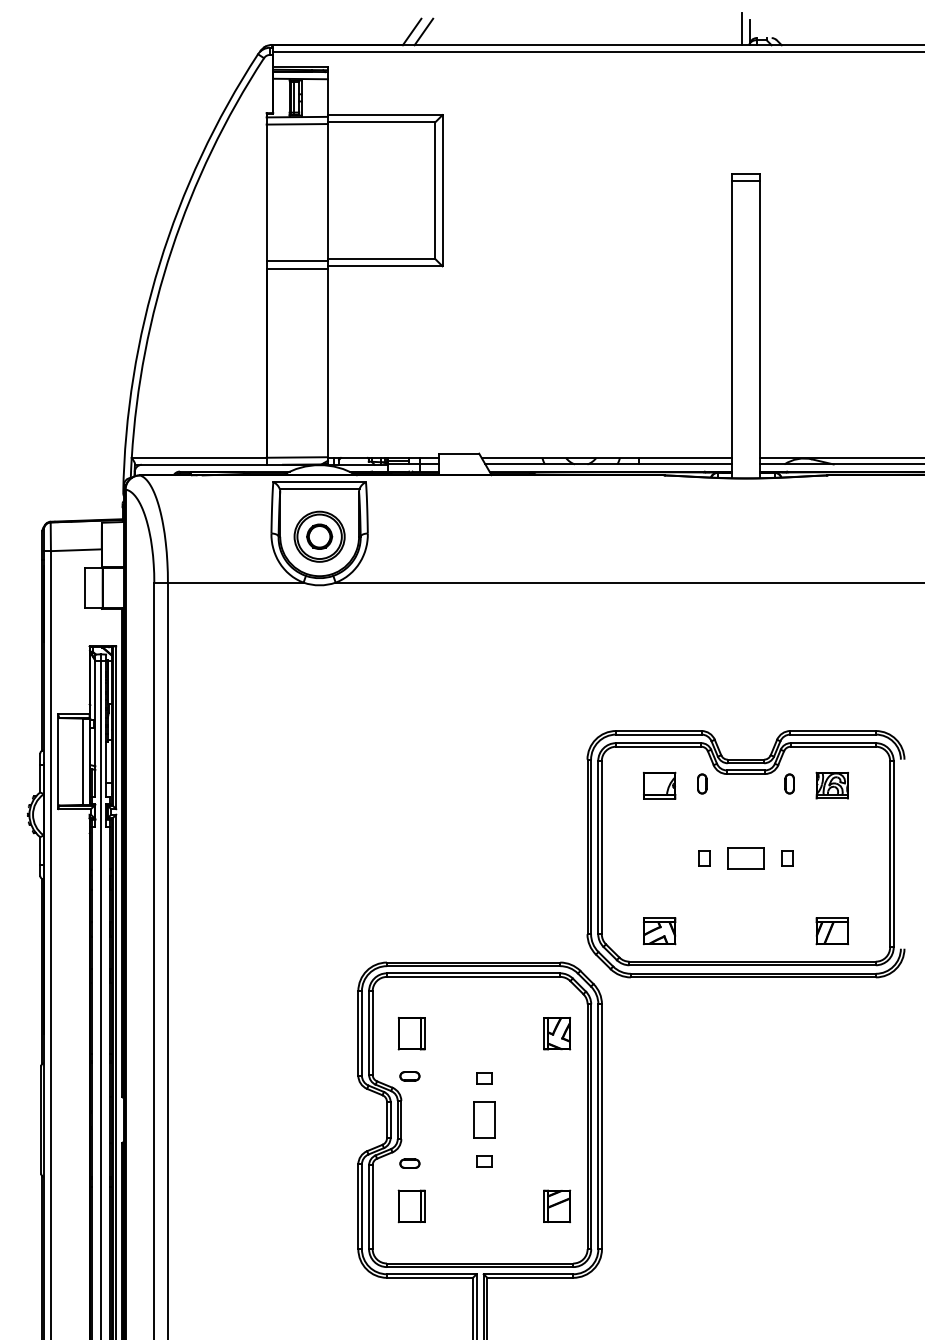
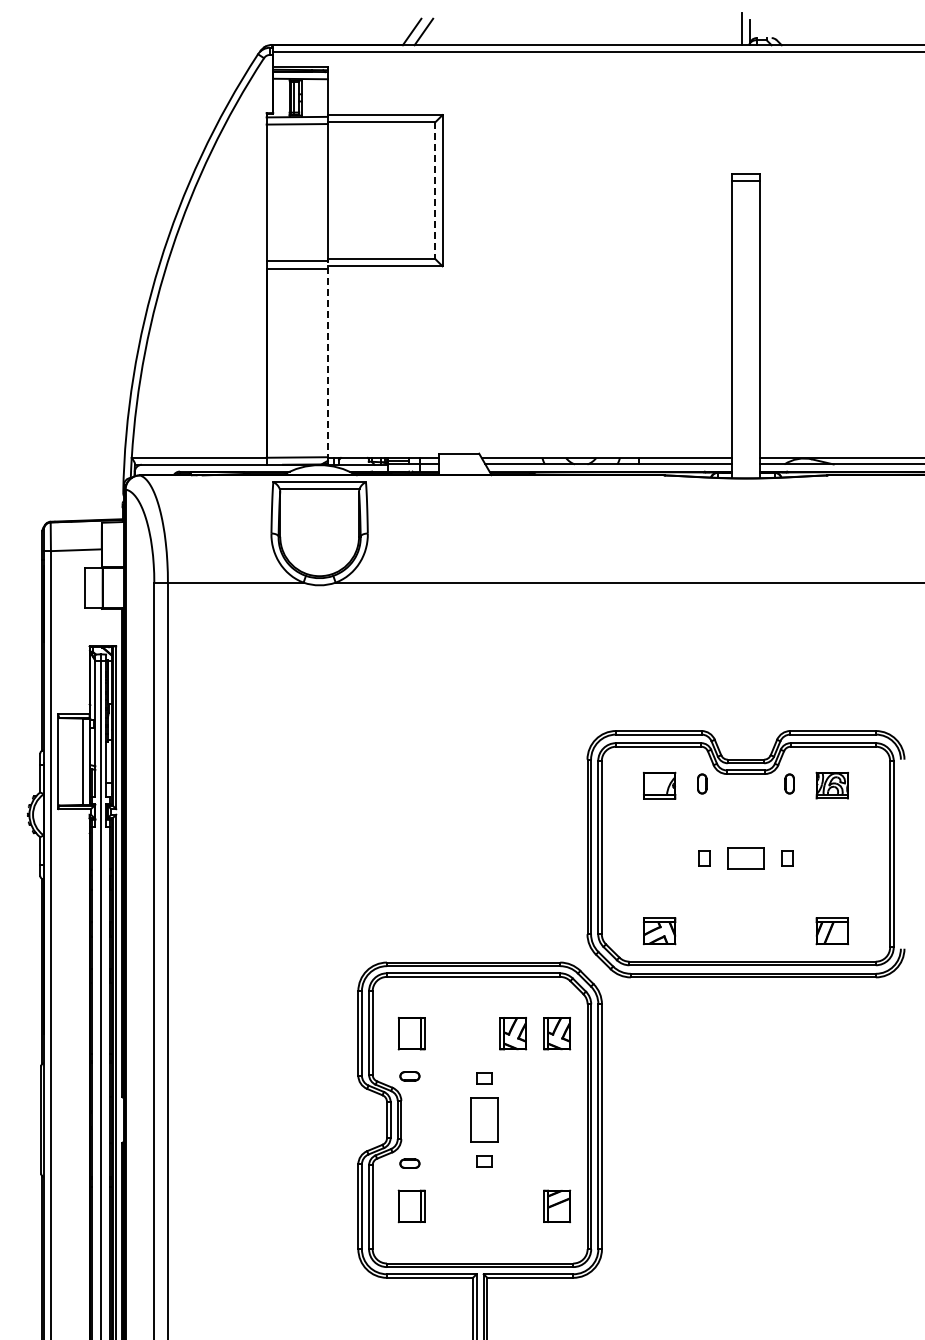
line at (435, 191): solid -> dashed
line at (327, 359): solid -> dashed
part at (319, 536): present -> none
part at (513, 1033): none -> present
part at (484, 1119) size: 23x38 px -> 29x46 px
